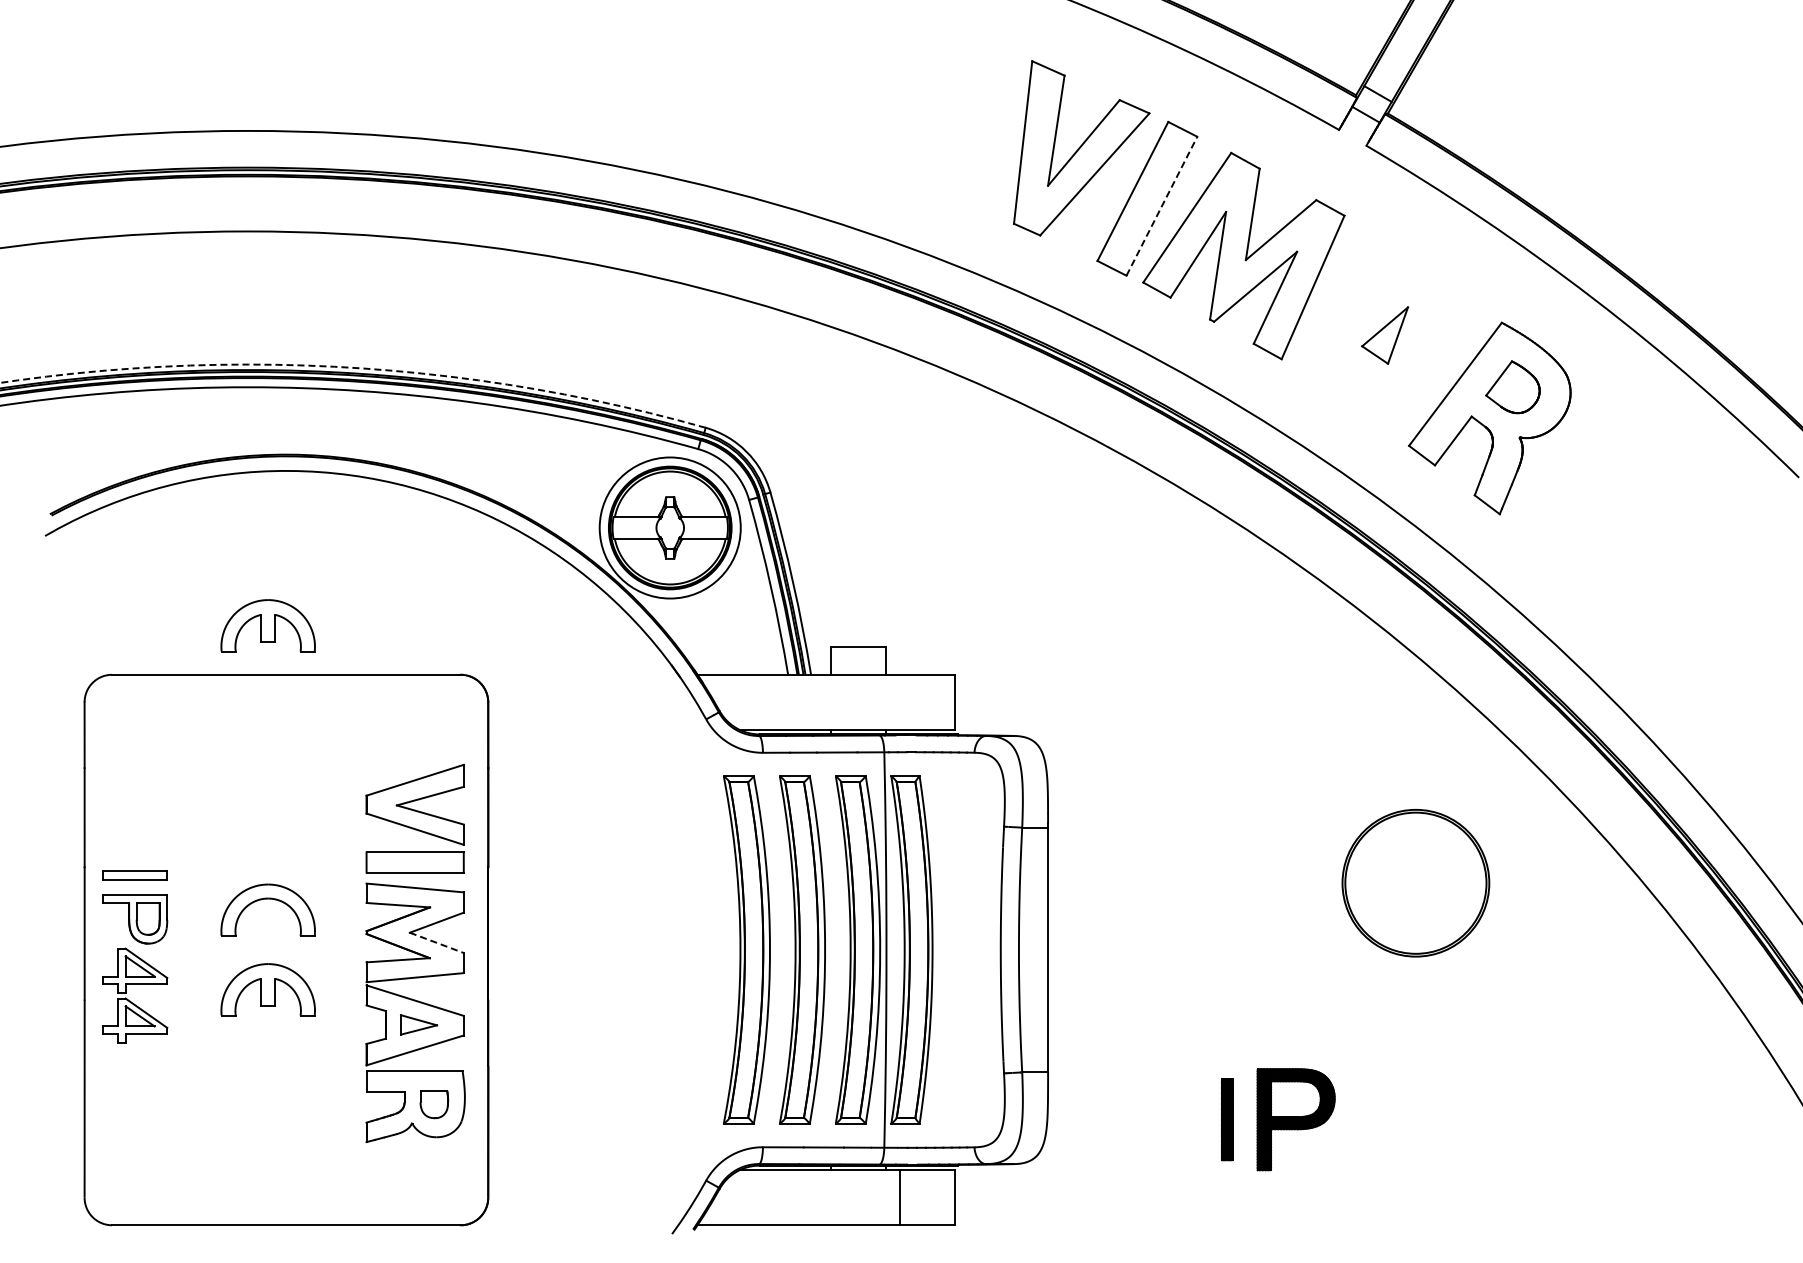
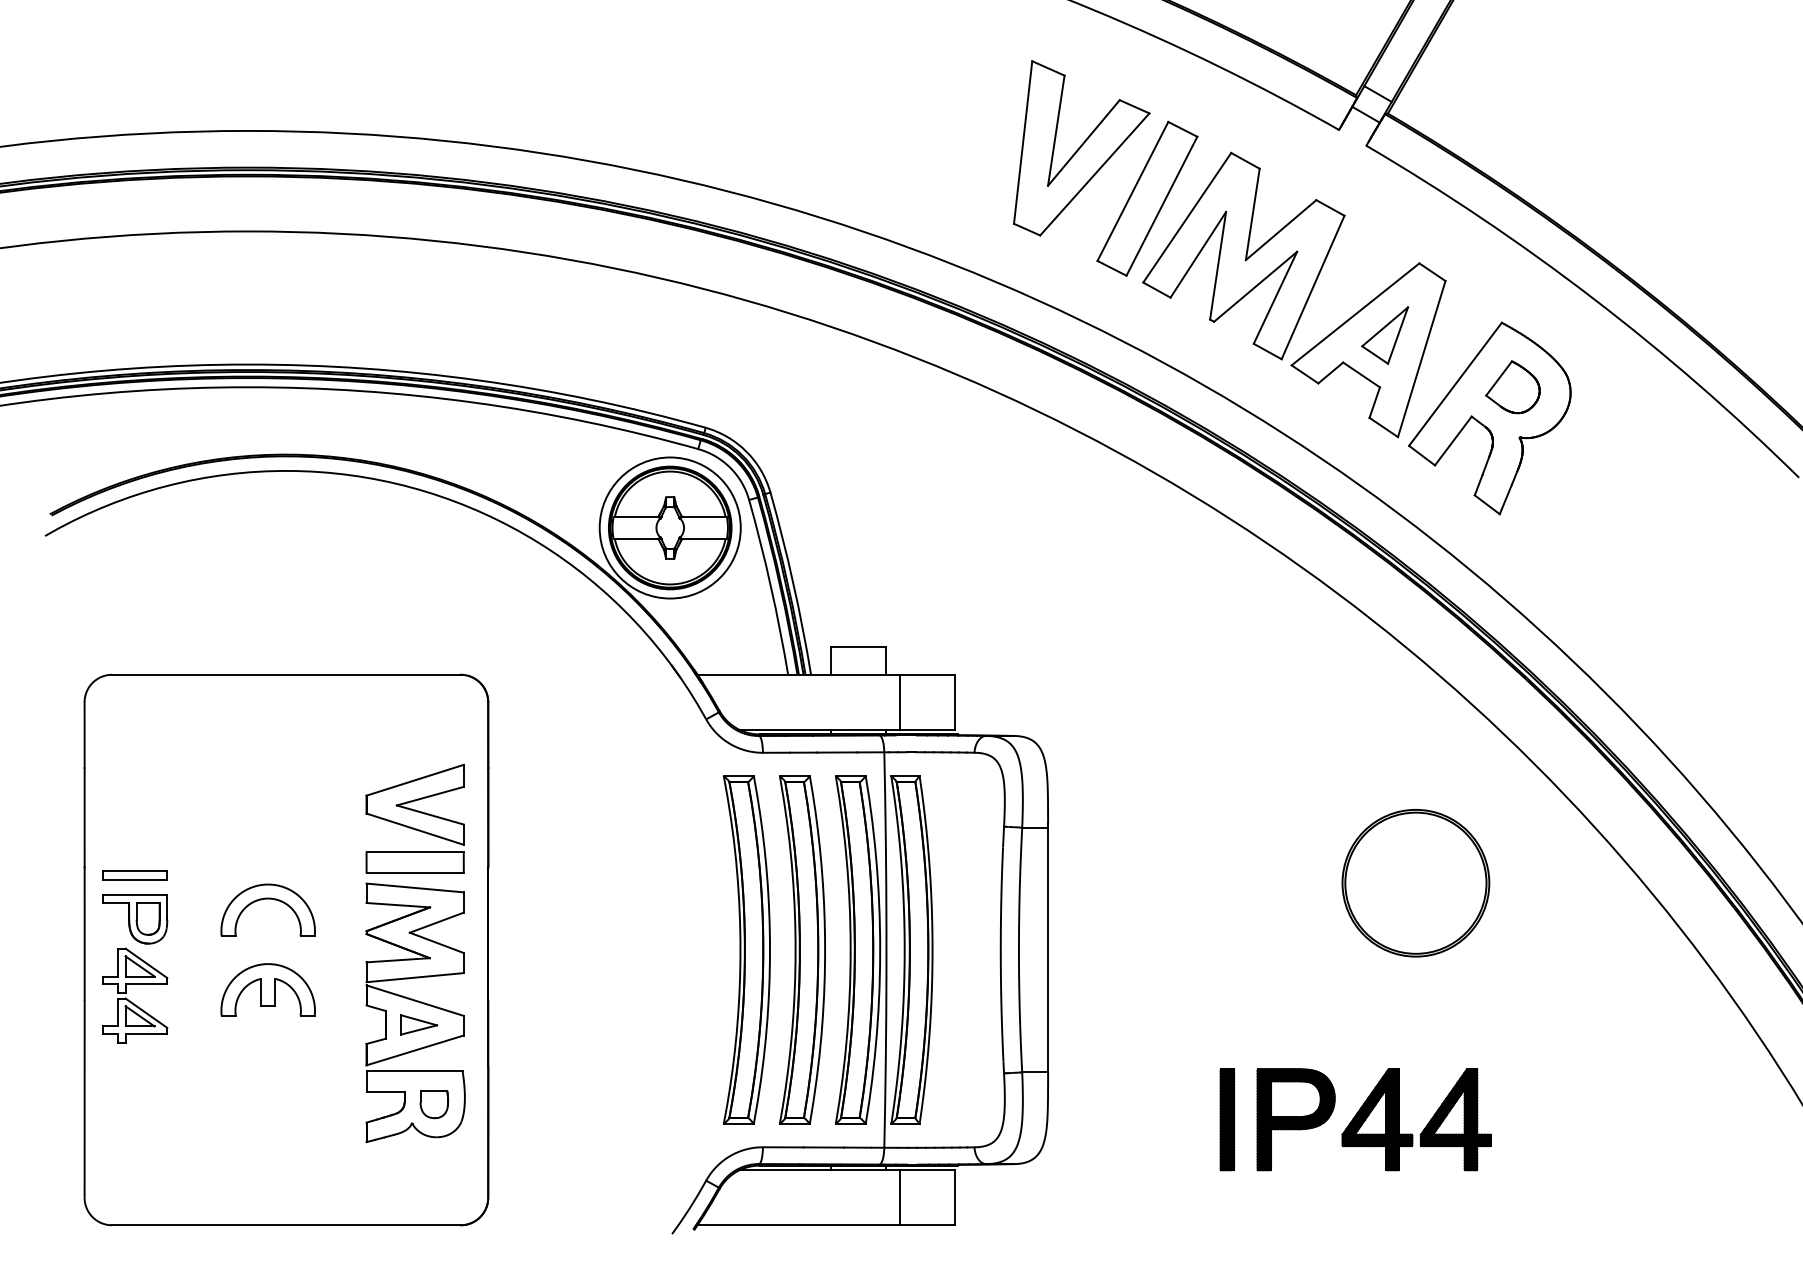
line at (1161, 206): dashed -> solid
part at (1368, 350): none -> present
arc at (356, 368): dashed -> solid
part at (267, 625): present -> none
line at (899, 701): none -> present
line at (436, 942): dashed -> solid
part at (1227, 1119) size: 13x84 px -> 17x104 px
part at (1426, 1124): none -> present
